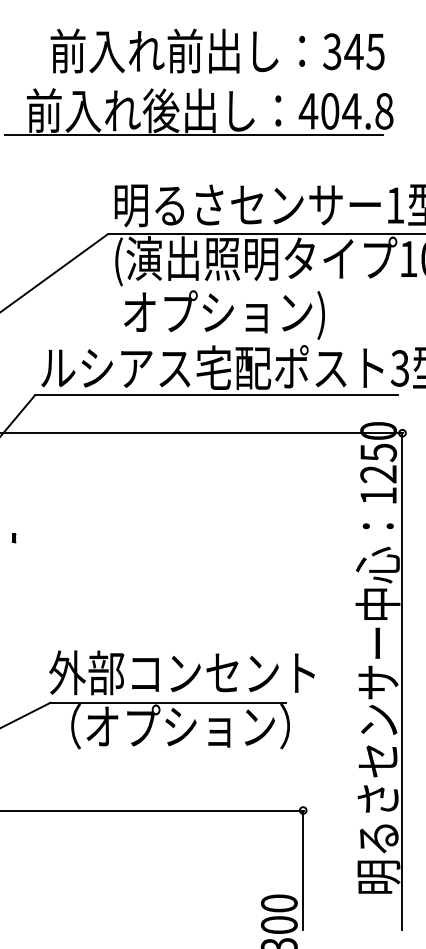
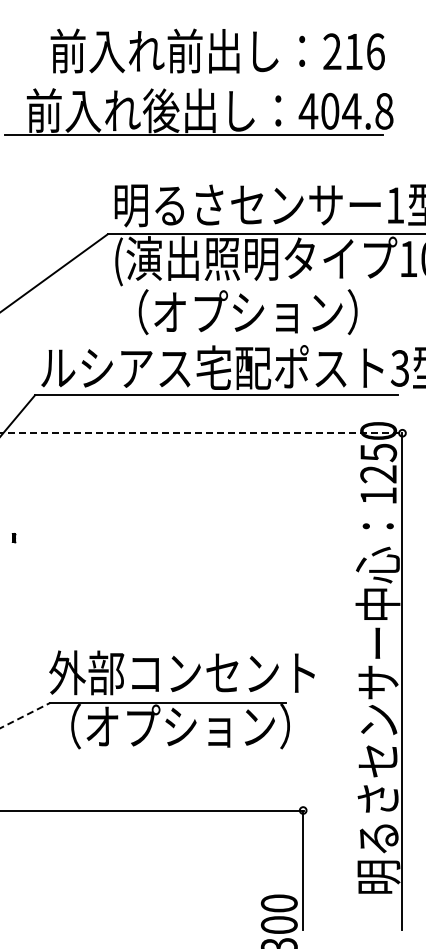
text at (353, 51): 345 -> 216
text at (240, 314): オプション) -> （オプション）
line at (201, 433): solid -> dashed
line at (25, 715): solid -> dashed
